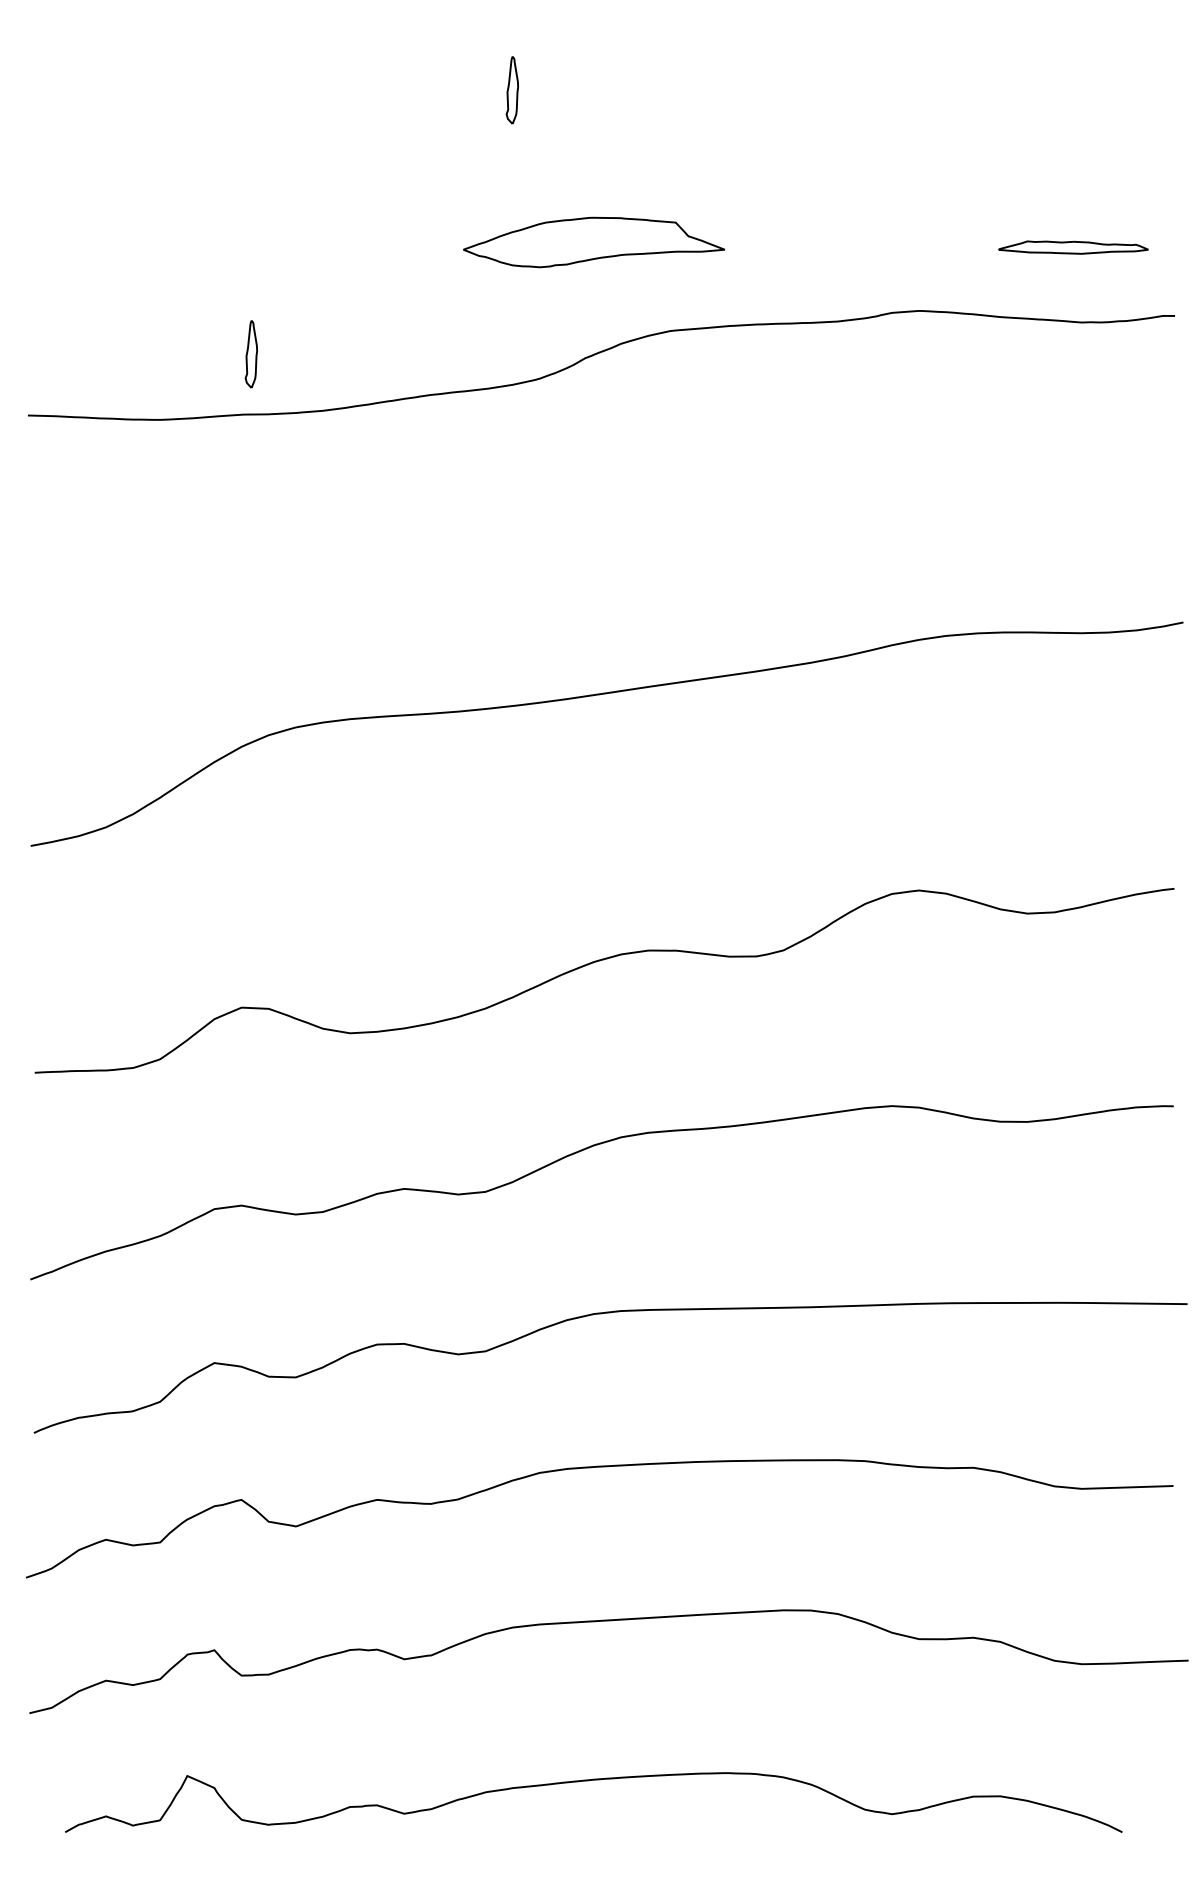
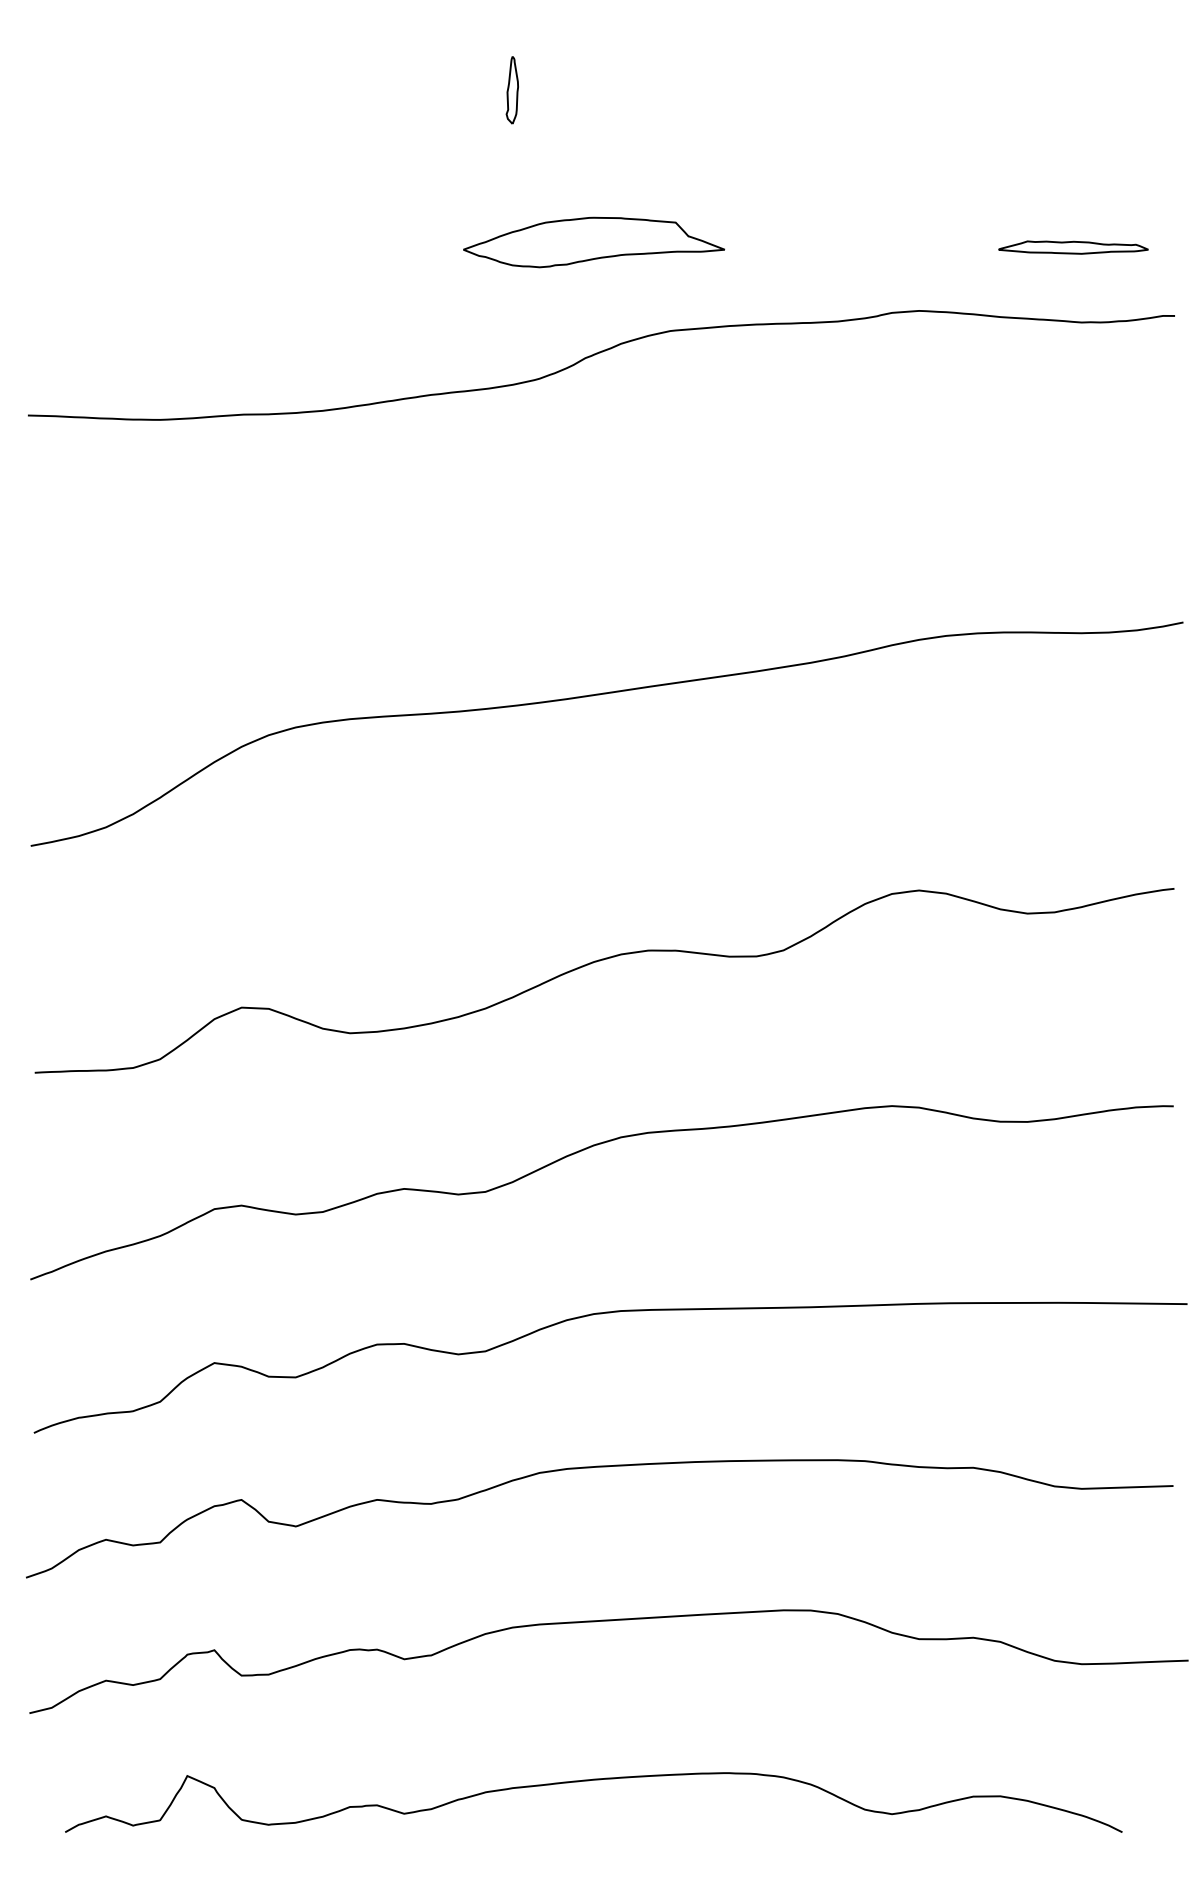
part at (250, 354): present -> none
